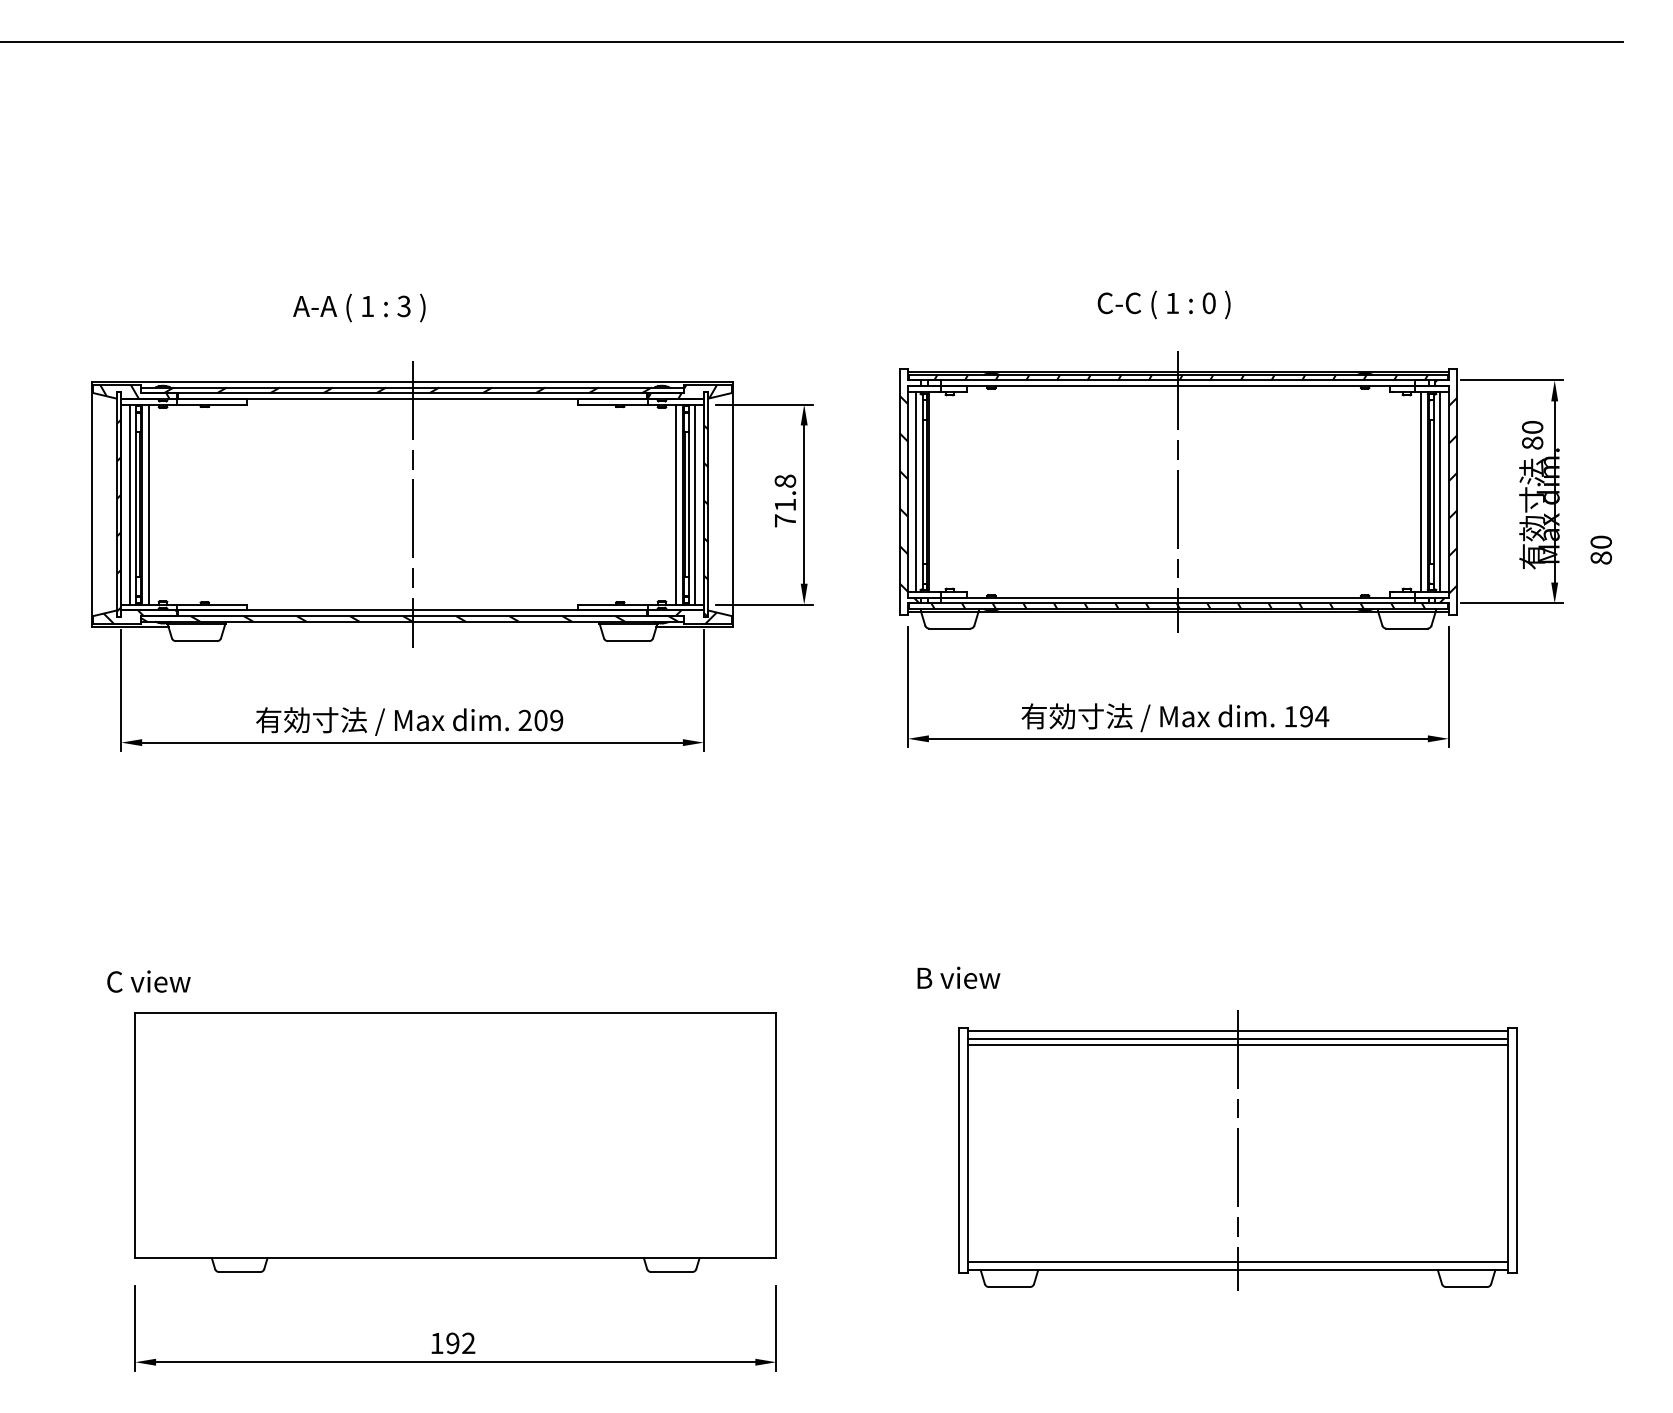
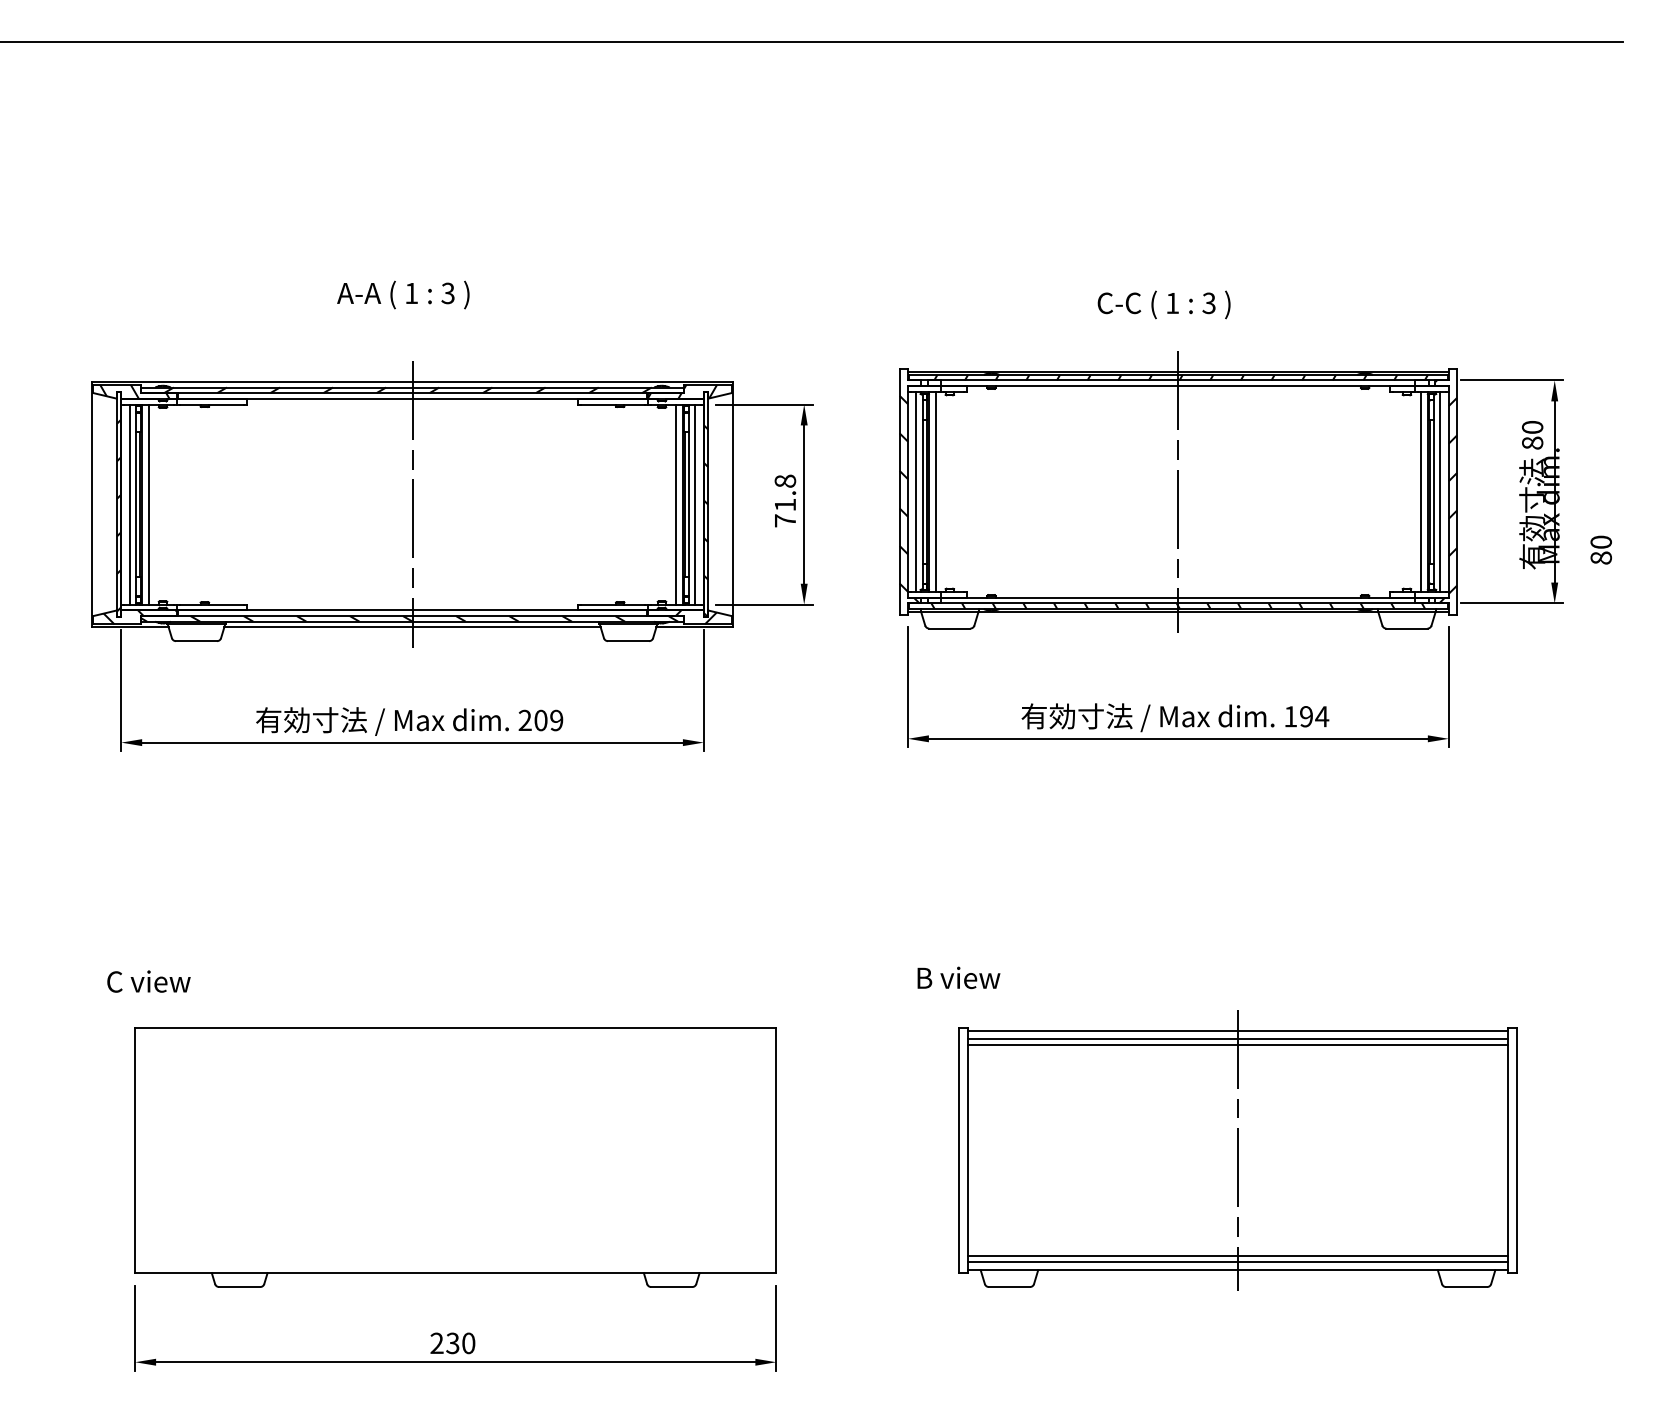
text at (1208, 302): 0 -> 3
text at (359, 307) position: (359, 307) -> (403, 294)
line at (935, 491): none -> present
line at (412, 627): none -> present
part at (455, 1142) position: (455, 1142) -> (455, 1157)
line at (1237, 1256): none -> present
text at (452, 1343): 192 -> 230
